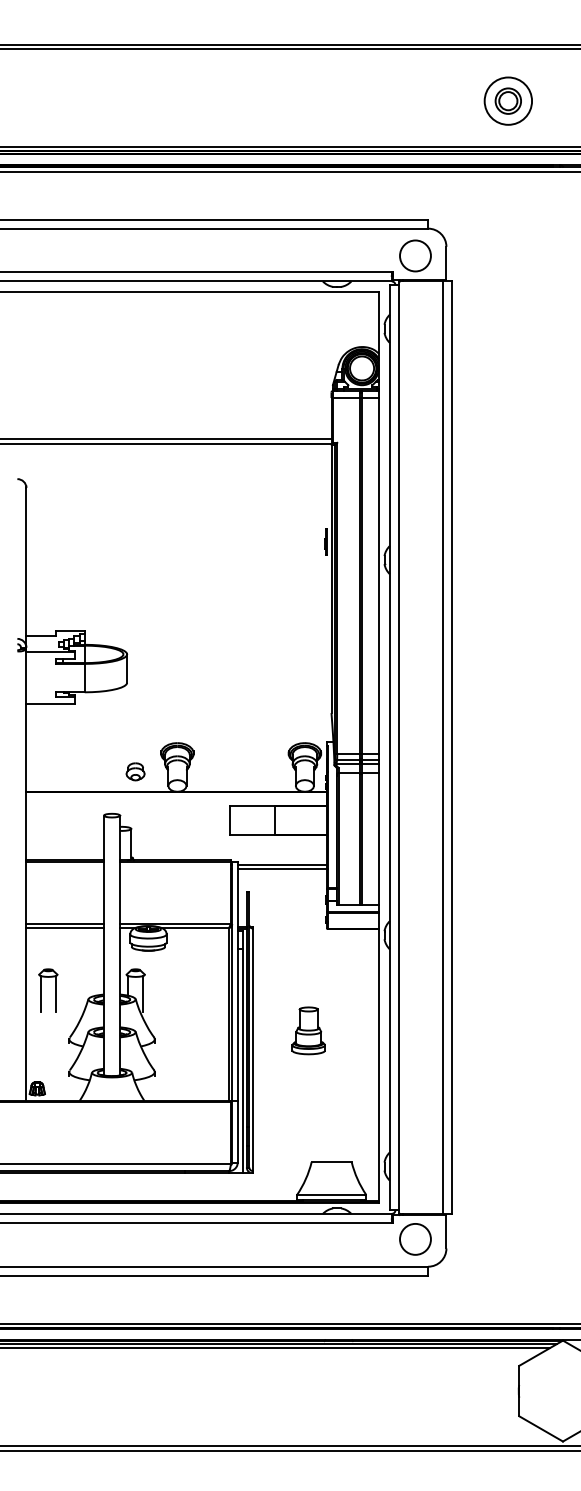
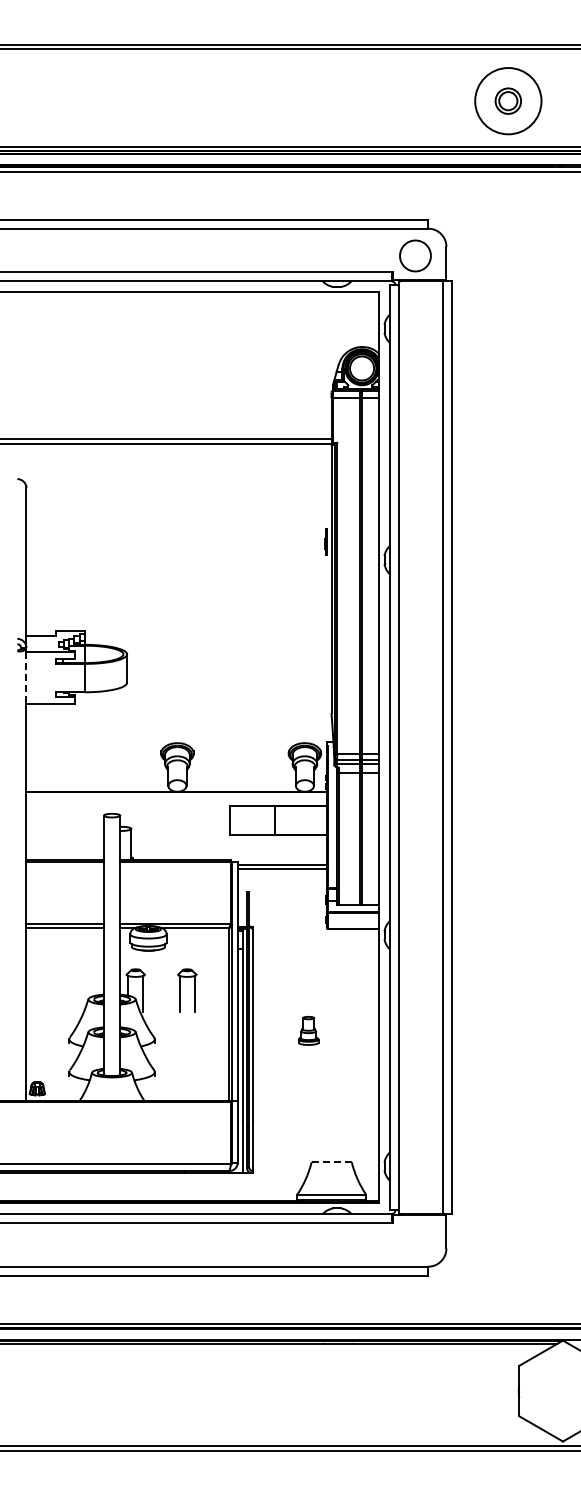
circle at (508, 100) diameter: 47 px -> 66 px
line at (26, 678): solid -> dashed
part at (135, 771): present -> none
part at (41, 990) position: (41, 990) -> (180, 990)
part at (308, 1030) size: 35x50 px -> 22x30 px
line at (331, 1162): solid -> dashed
circle at (415, 1239): present -> none
line at (275, 1348): present -> none
